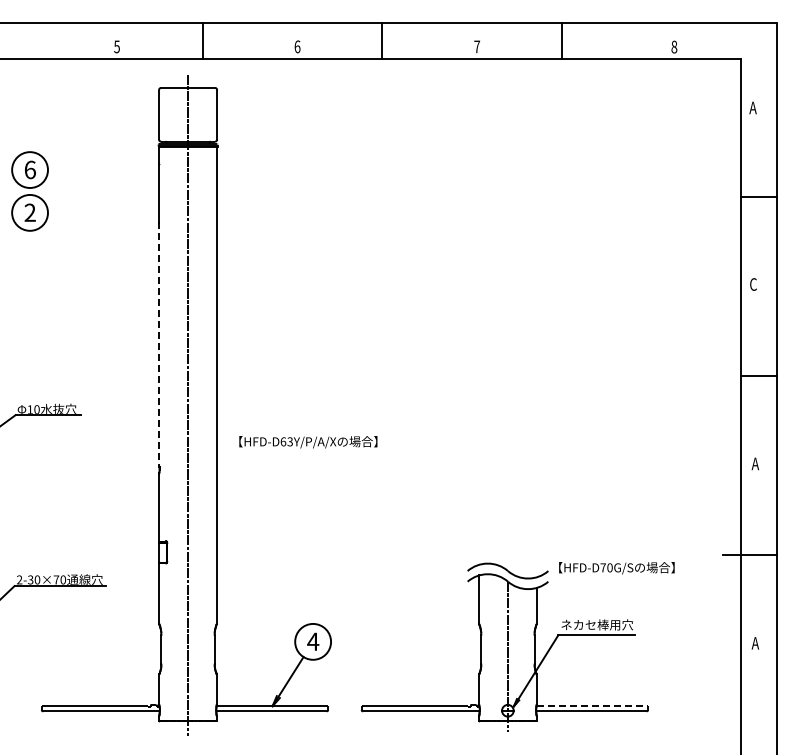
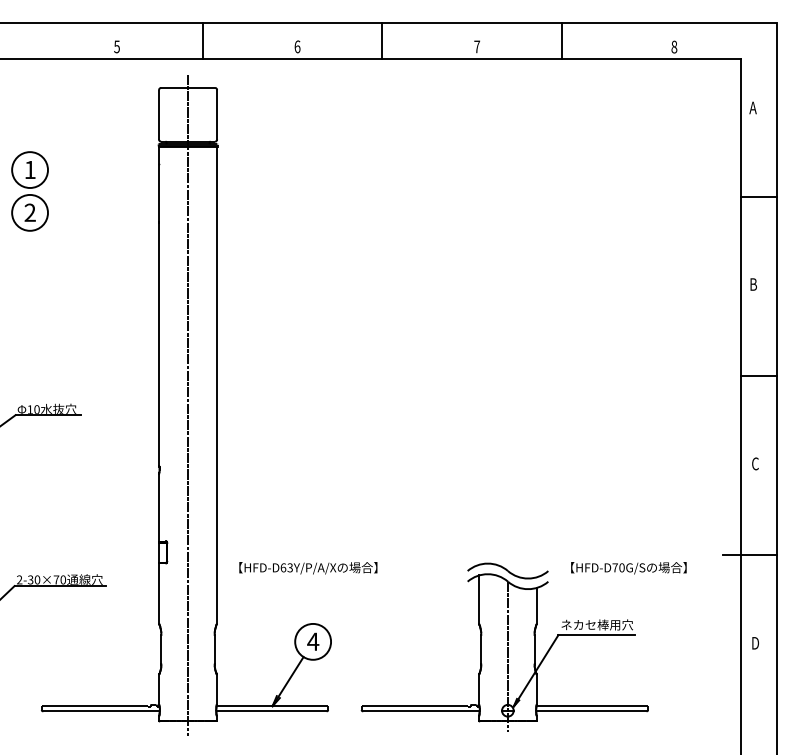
text at (30, 169): 6 -> 1
text at (753, 284): C -> B
line at (159, 344): dashed -> solid
text at (308, 442) position: (308, 442) -> (308, 568)
text at (755, 463): A -> C
text at (616, 568) position: (616, 568) -> (628, 568)
text at (755, 643): A -> D
line at (592, 706): dashed -> solid
